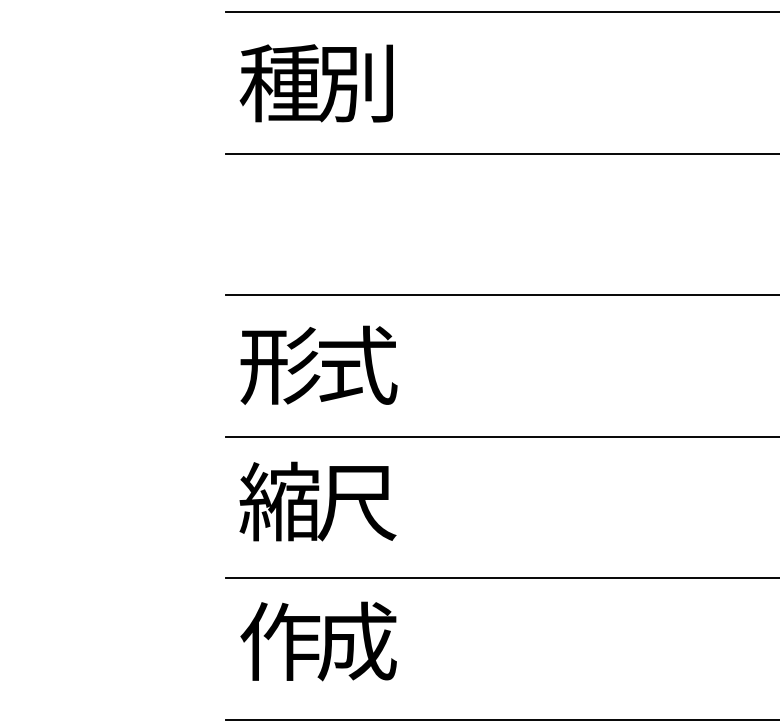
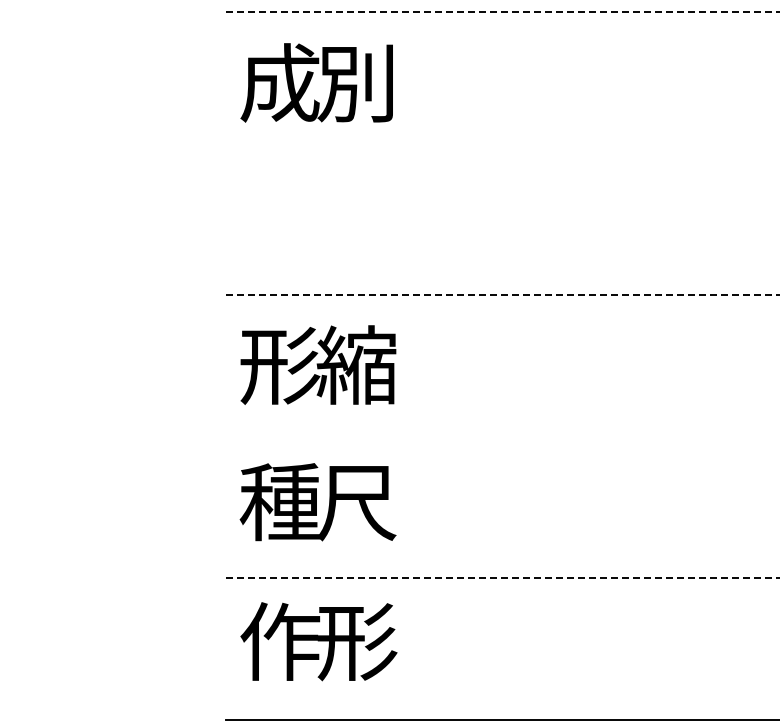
line at (503, 12): solid -> dashed
text at (279, 82): 種 -> 成
line at (501, 153): present -> none
line at (503, 295): solid -> dashed
text at (356, 364): 式 -> 縮
line at (501, 436): present -> none
text at (279, 501): 縮 -> 種
line at (503, 578): solid -> dashed
text at (357, 640): 成 -> 形
